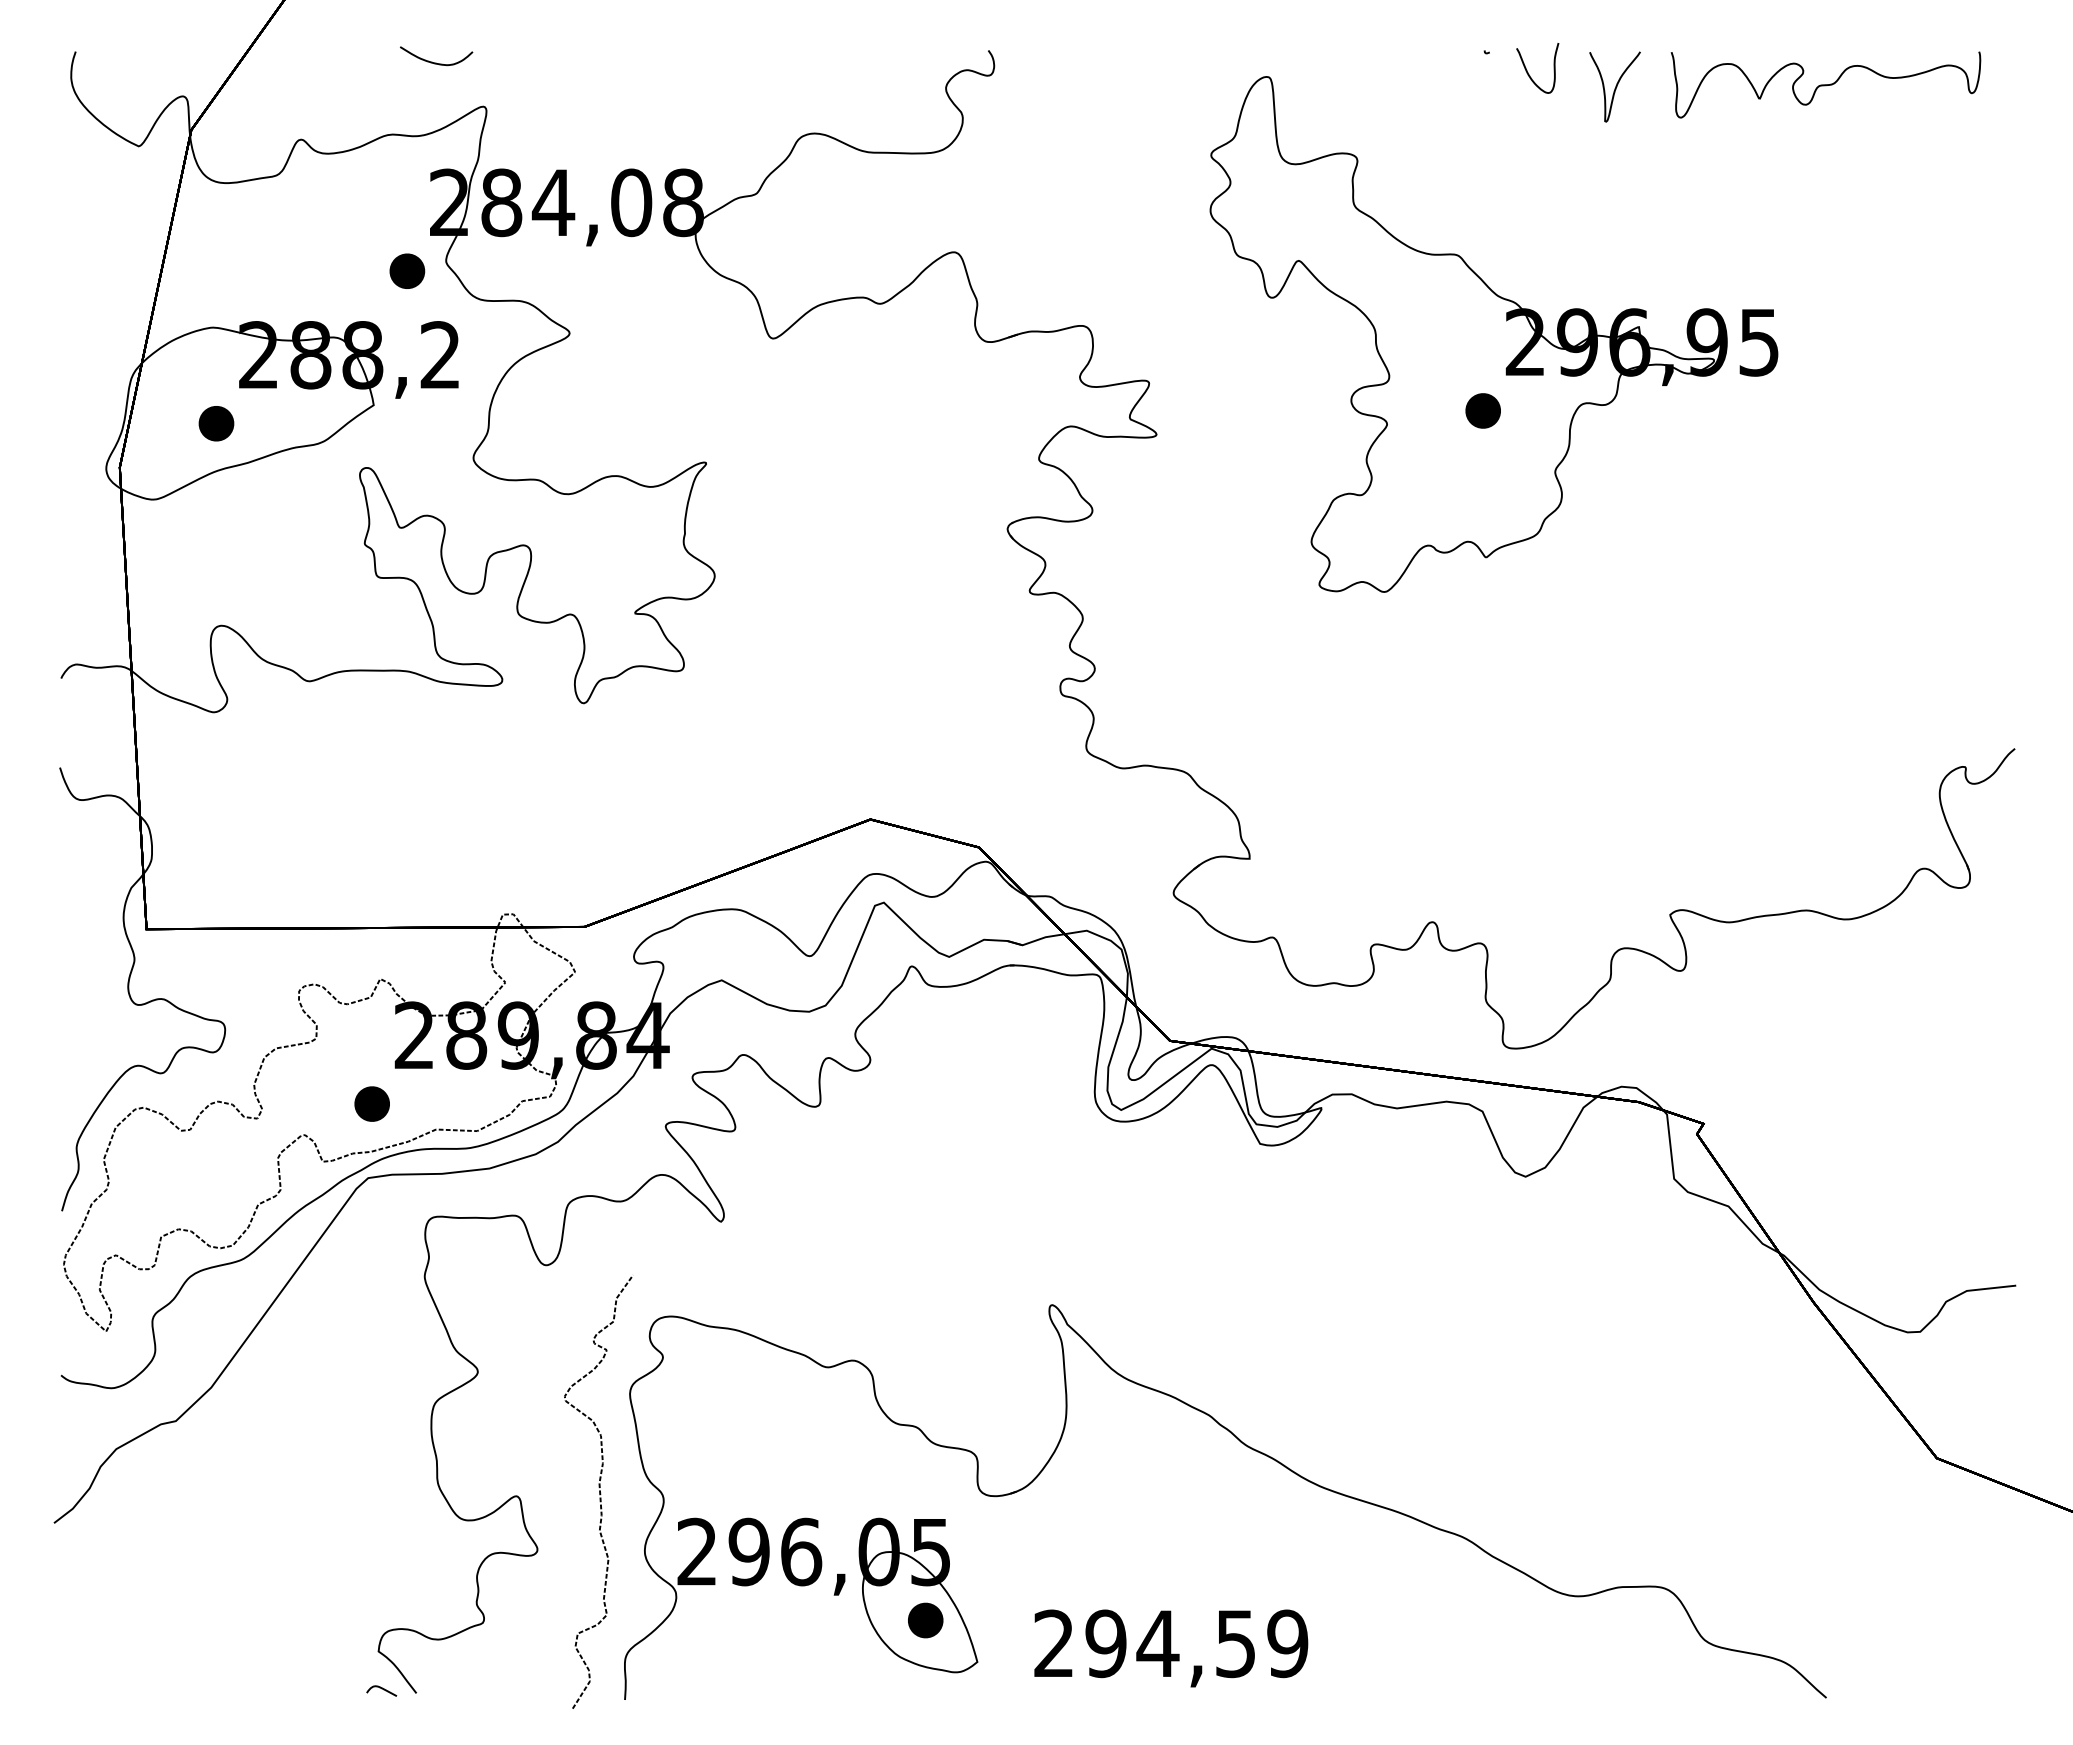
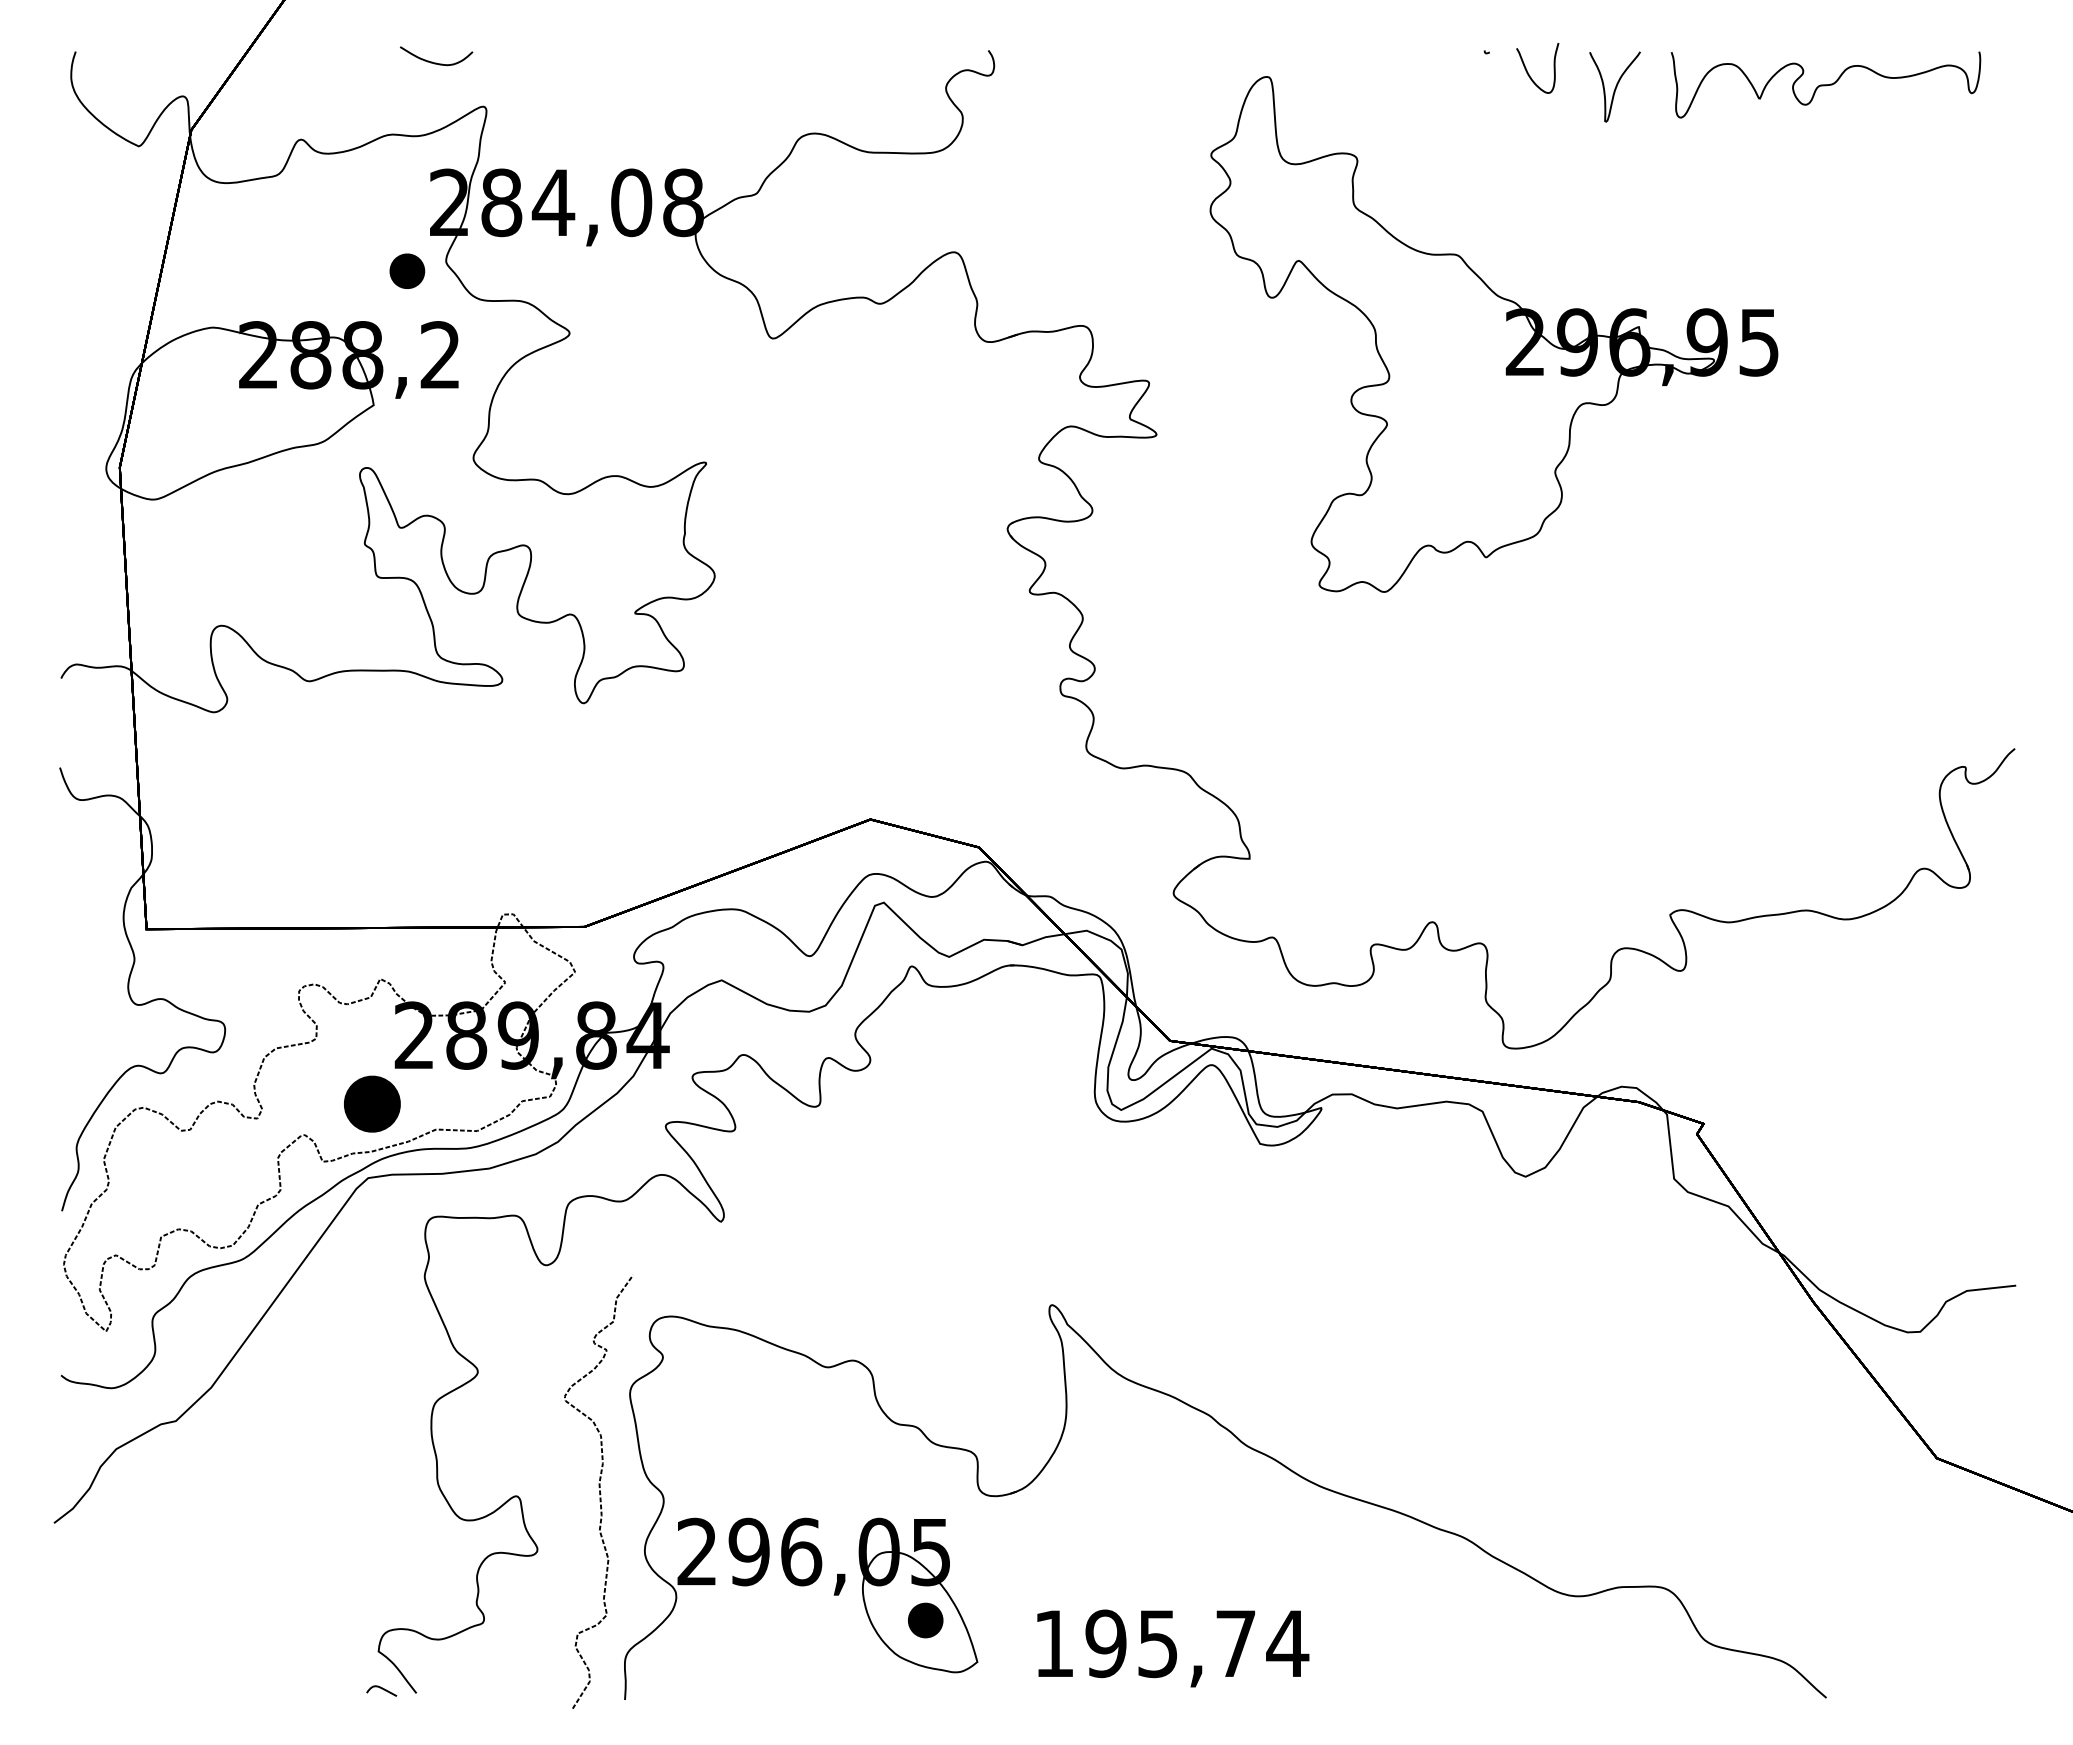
part at (1482, 410): present -> none
part at (216, 423): present -> none
part at (371, 1103) size: 36x36 px -> 57x58 px
text at (1171, 1643): 294,59 -> 195,74
